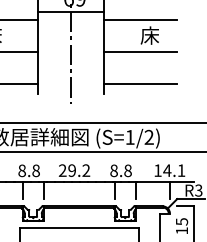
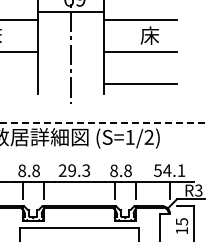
line at (19, 84): present -> none
line at (103, 122): solid -> dashed
line at (102, 151): present -> none
text at (86, 170): 29.2 -> 29.3
text at (157, 170): 14.1 -> 54.1
